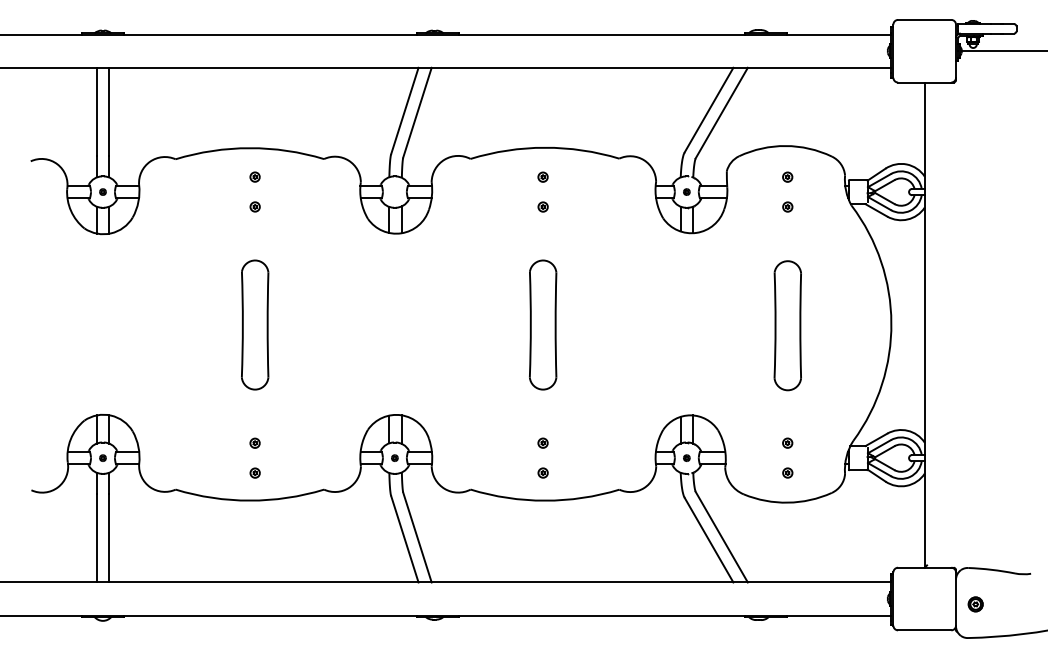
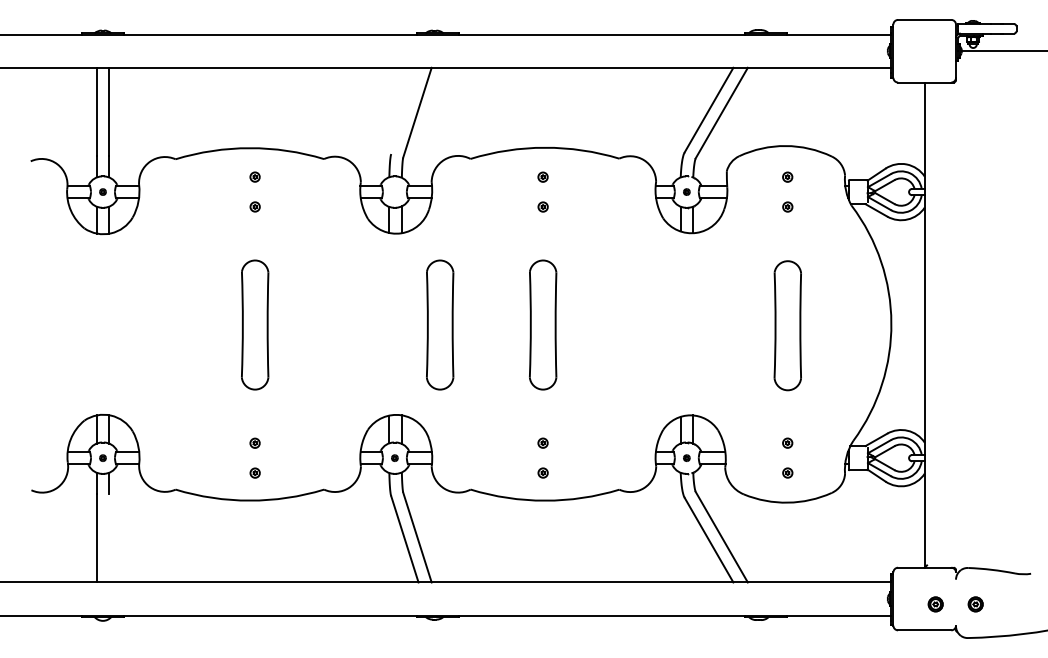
line at (404, 110): present -> none
part at (440, 324): none -> present
line at (109, 538): present -> none
line at (956, 598): present -> none
part at (935, 604): none -> present
